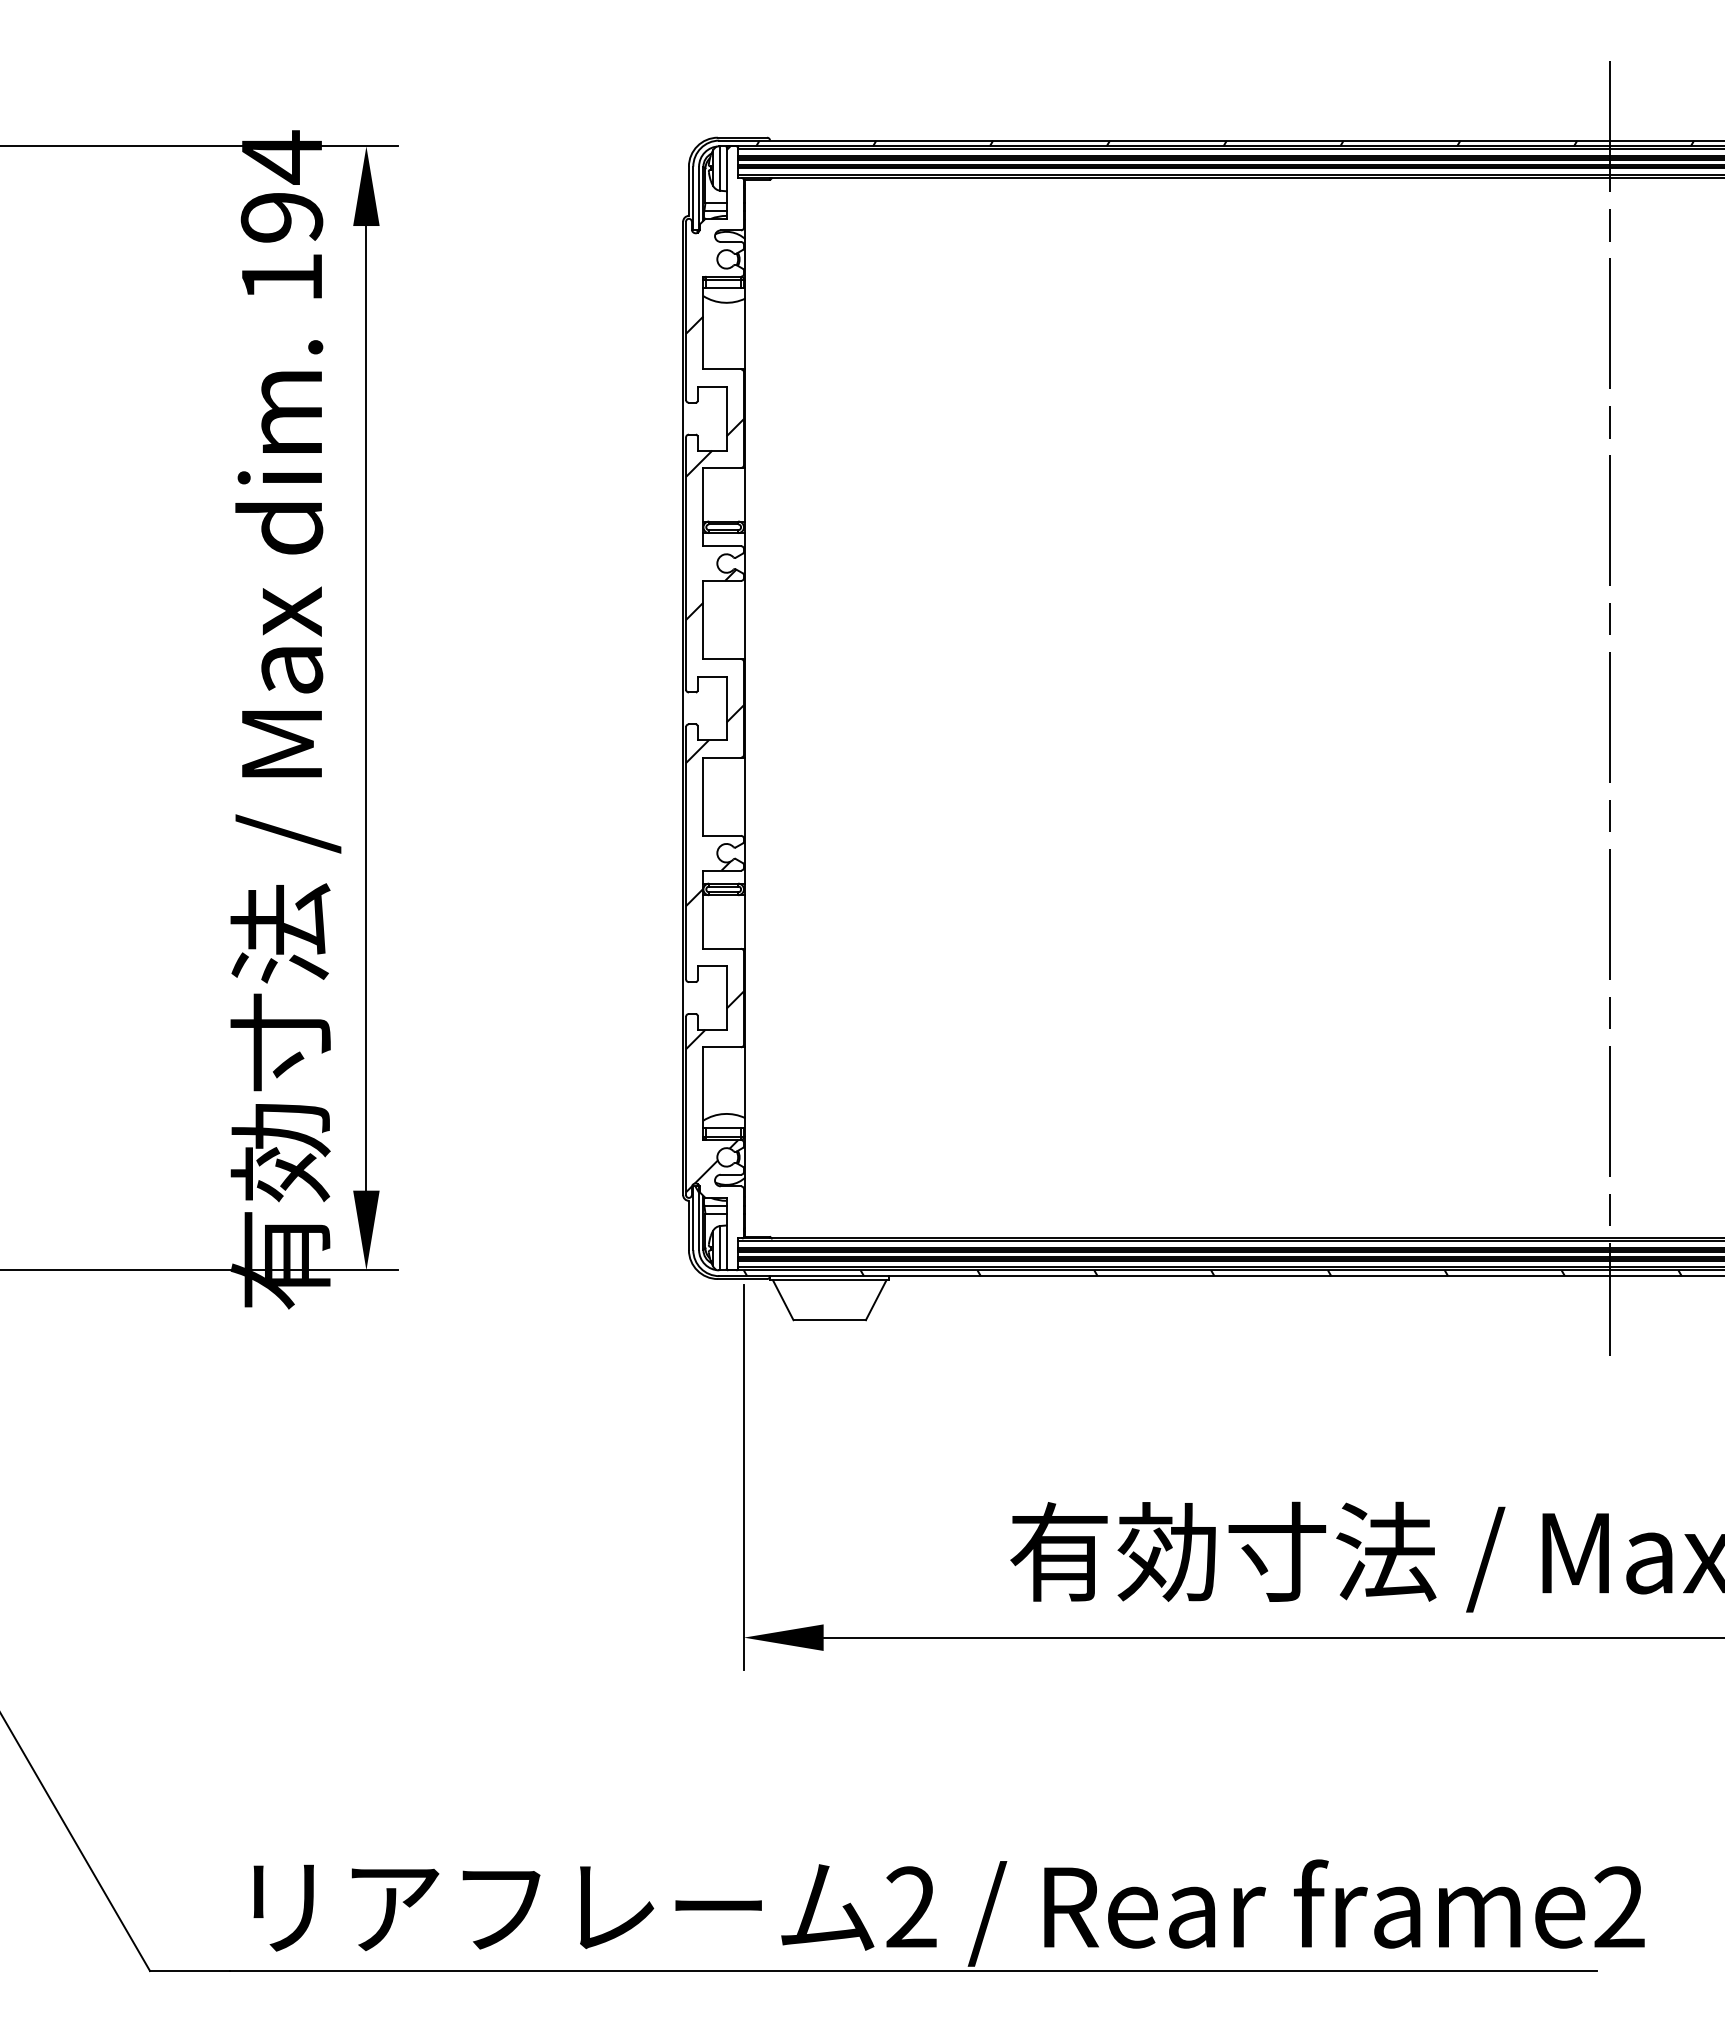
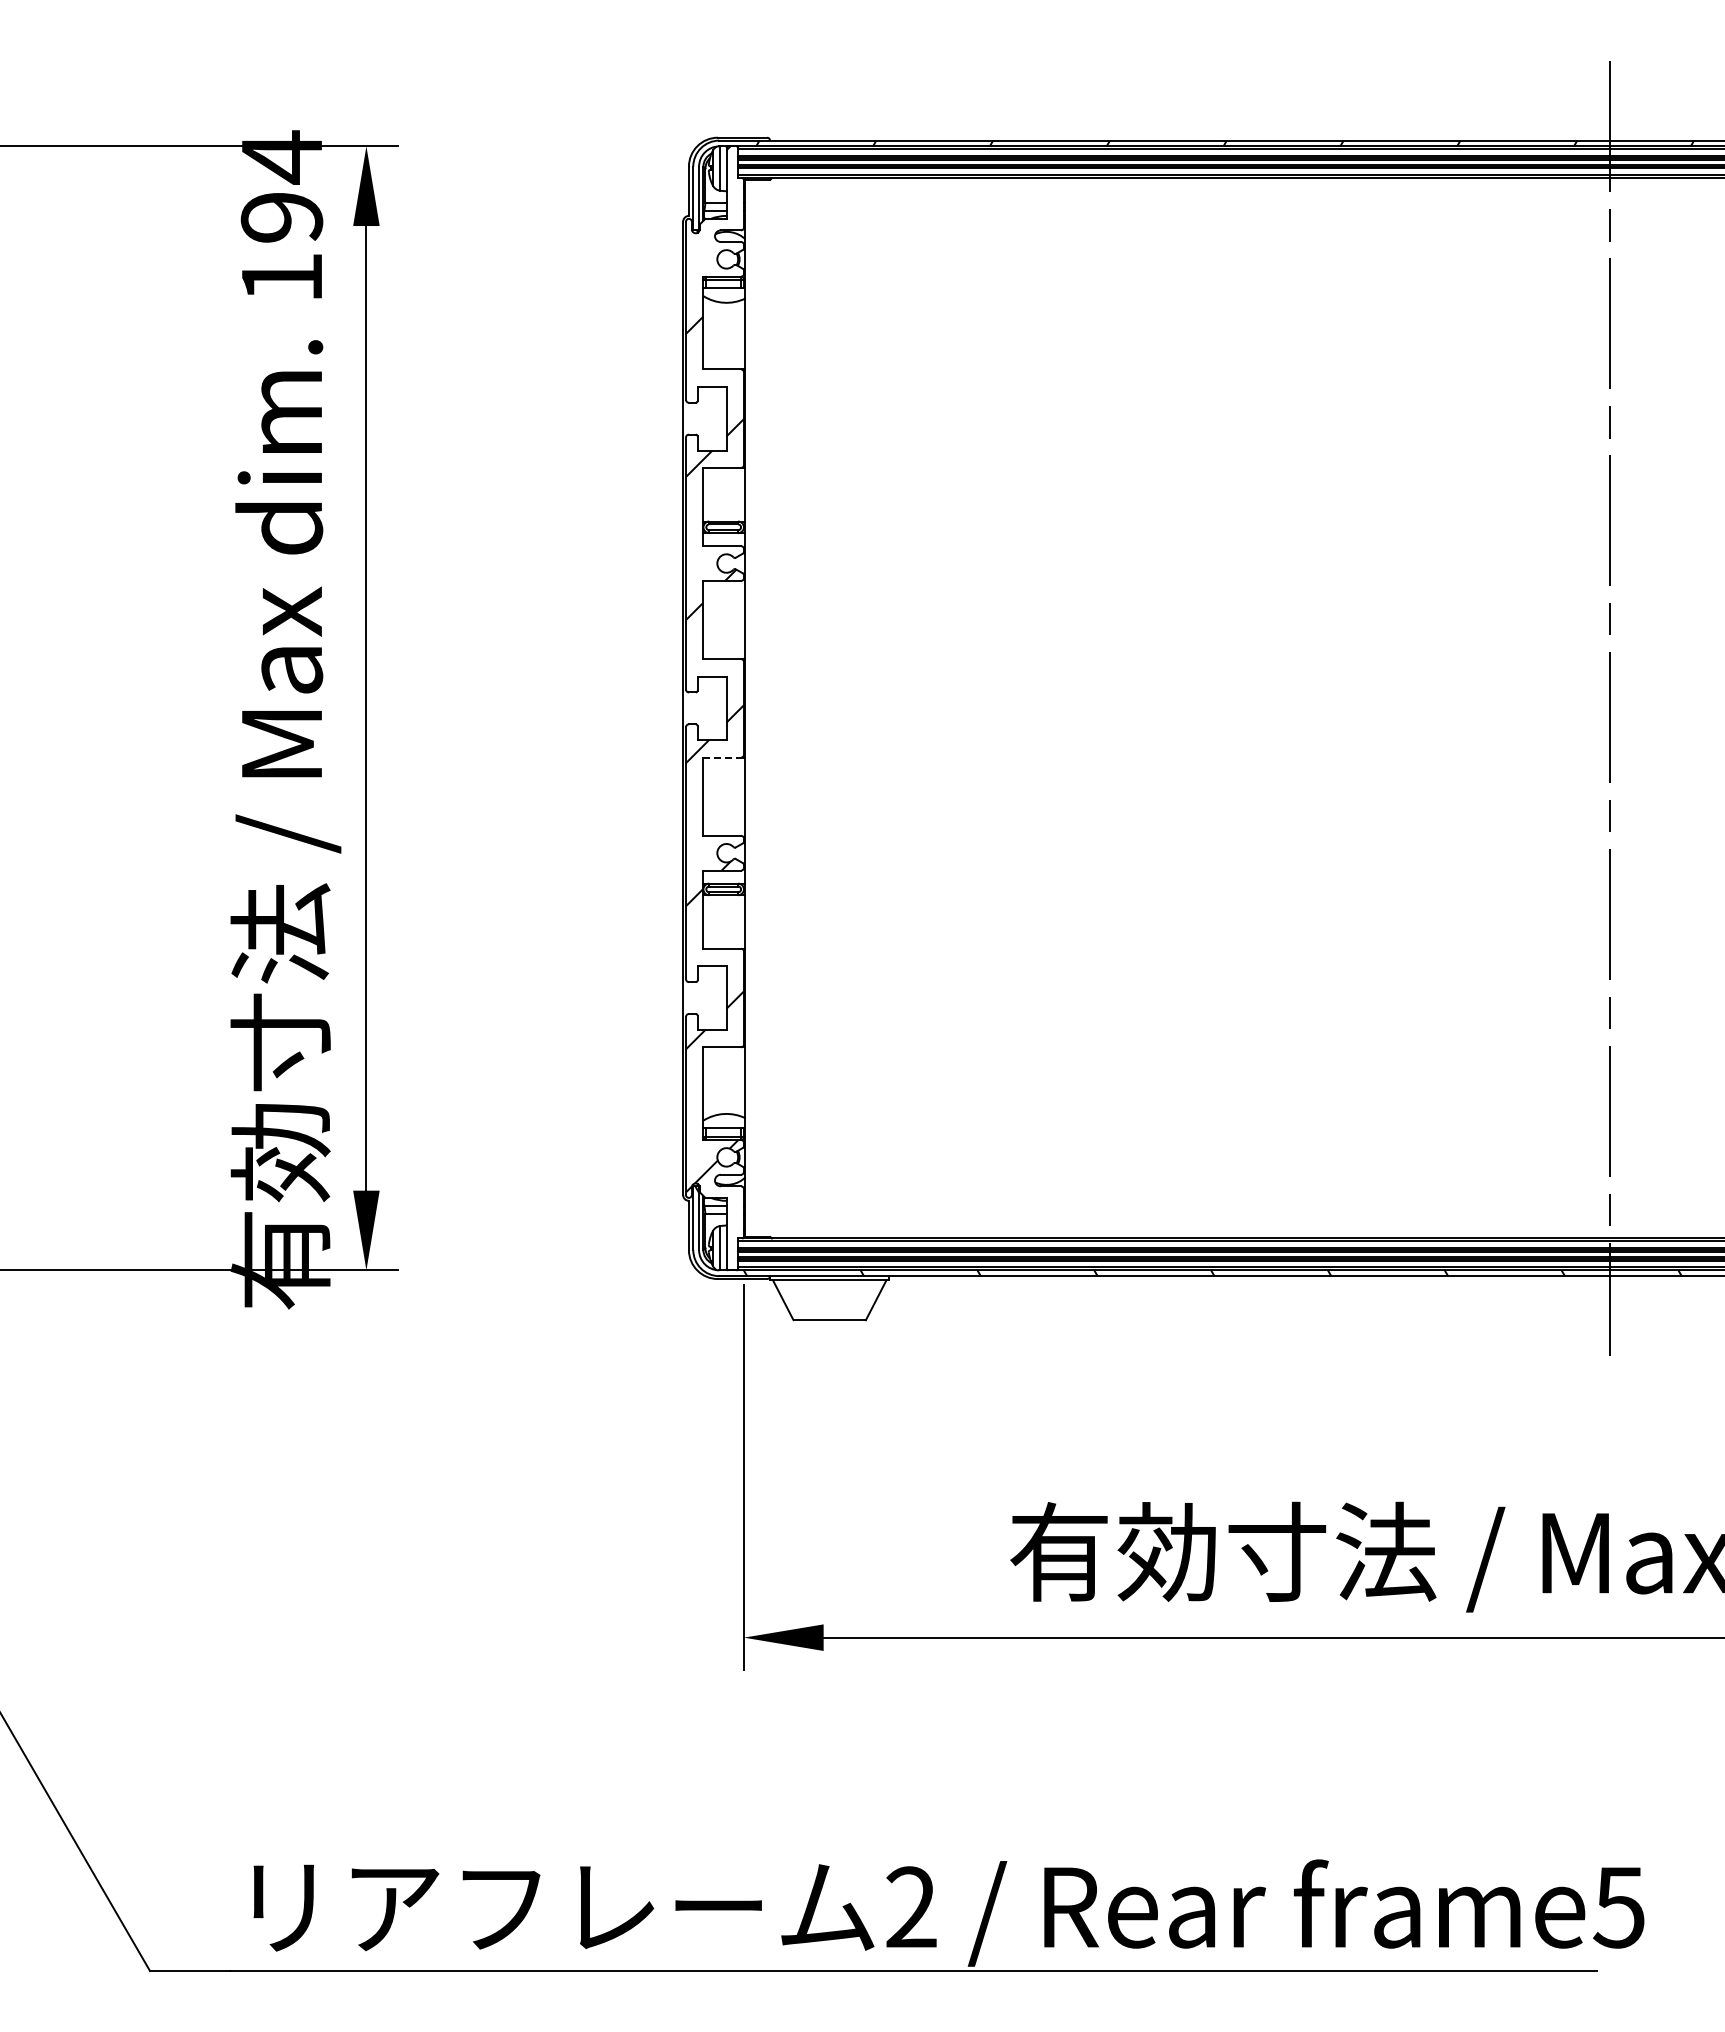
line at (722, 757): solid -> dashed
text at (1618, 1907): frame2 -> frame5
